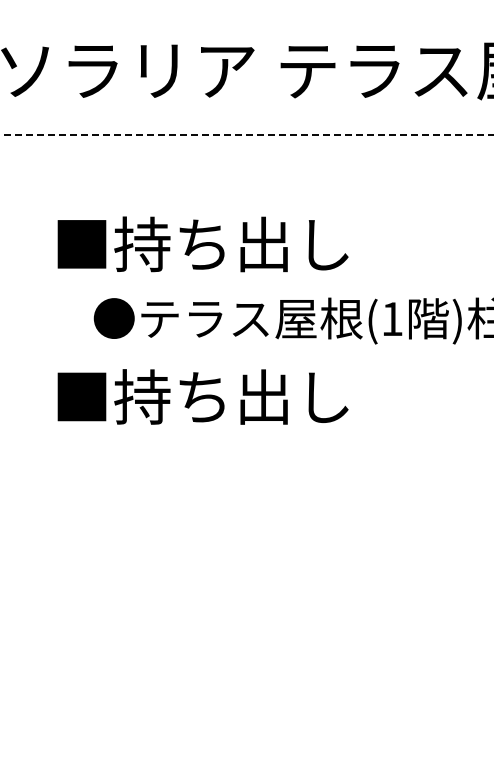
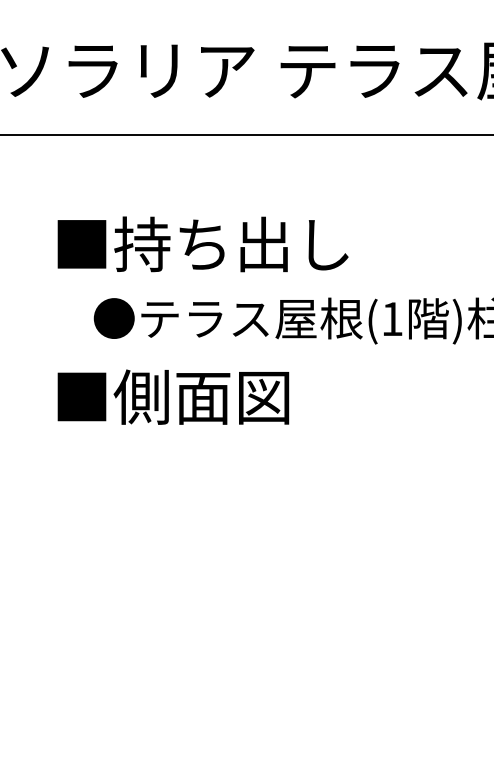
line at (247, 135): dashed -> solid
text at (230, 396): ■持ち出し -> ■側面図
